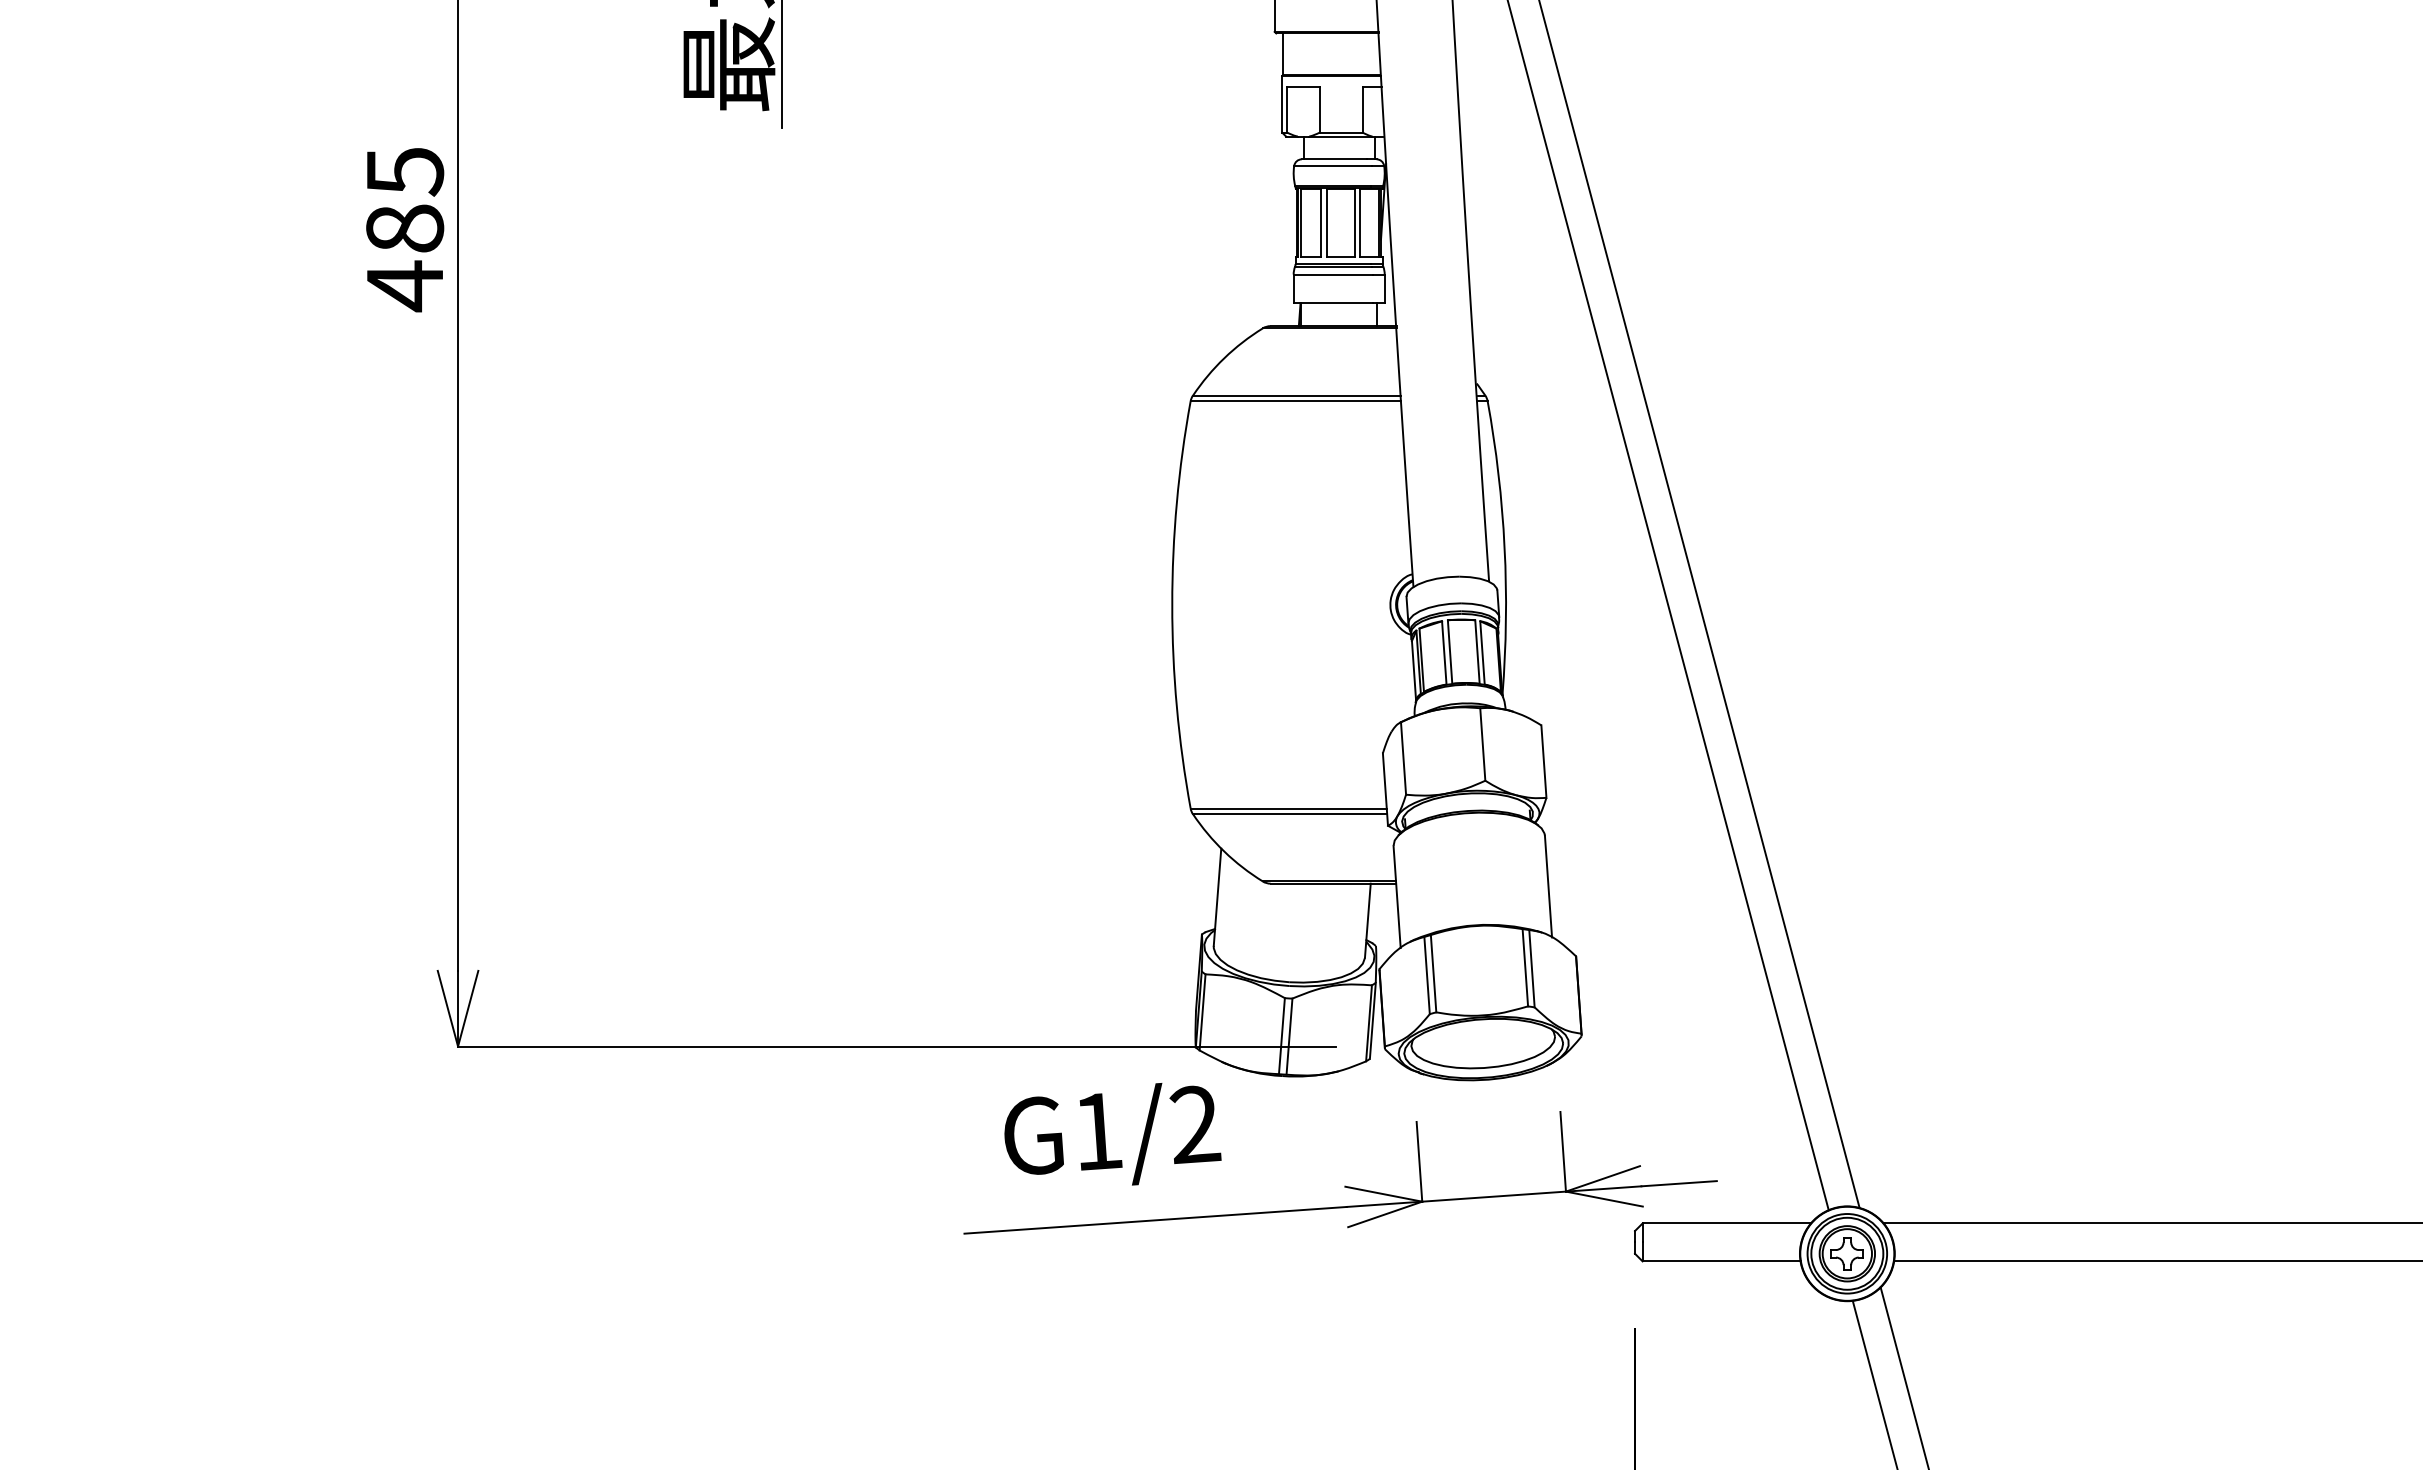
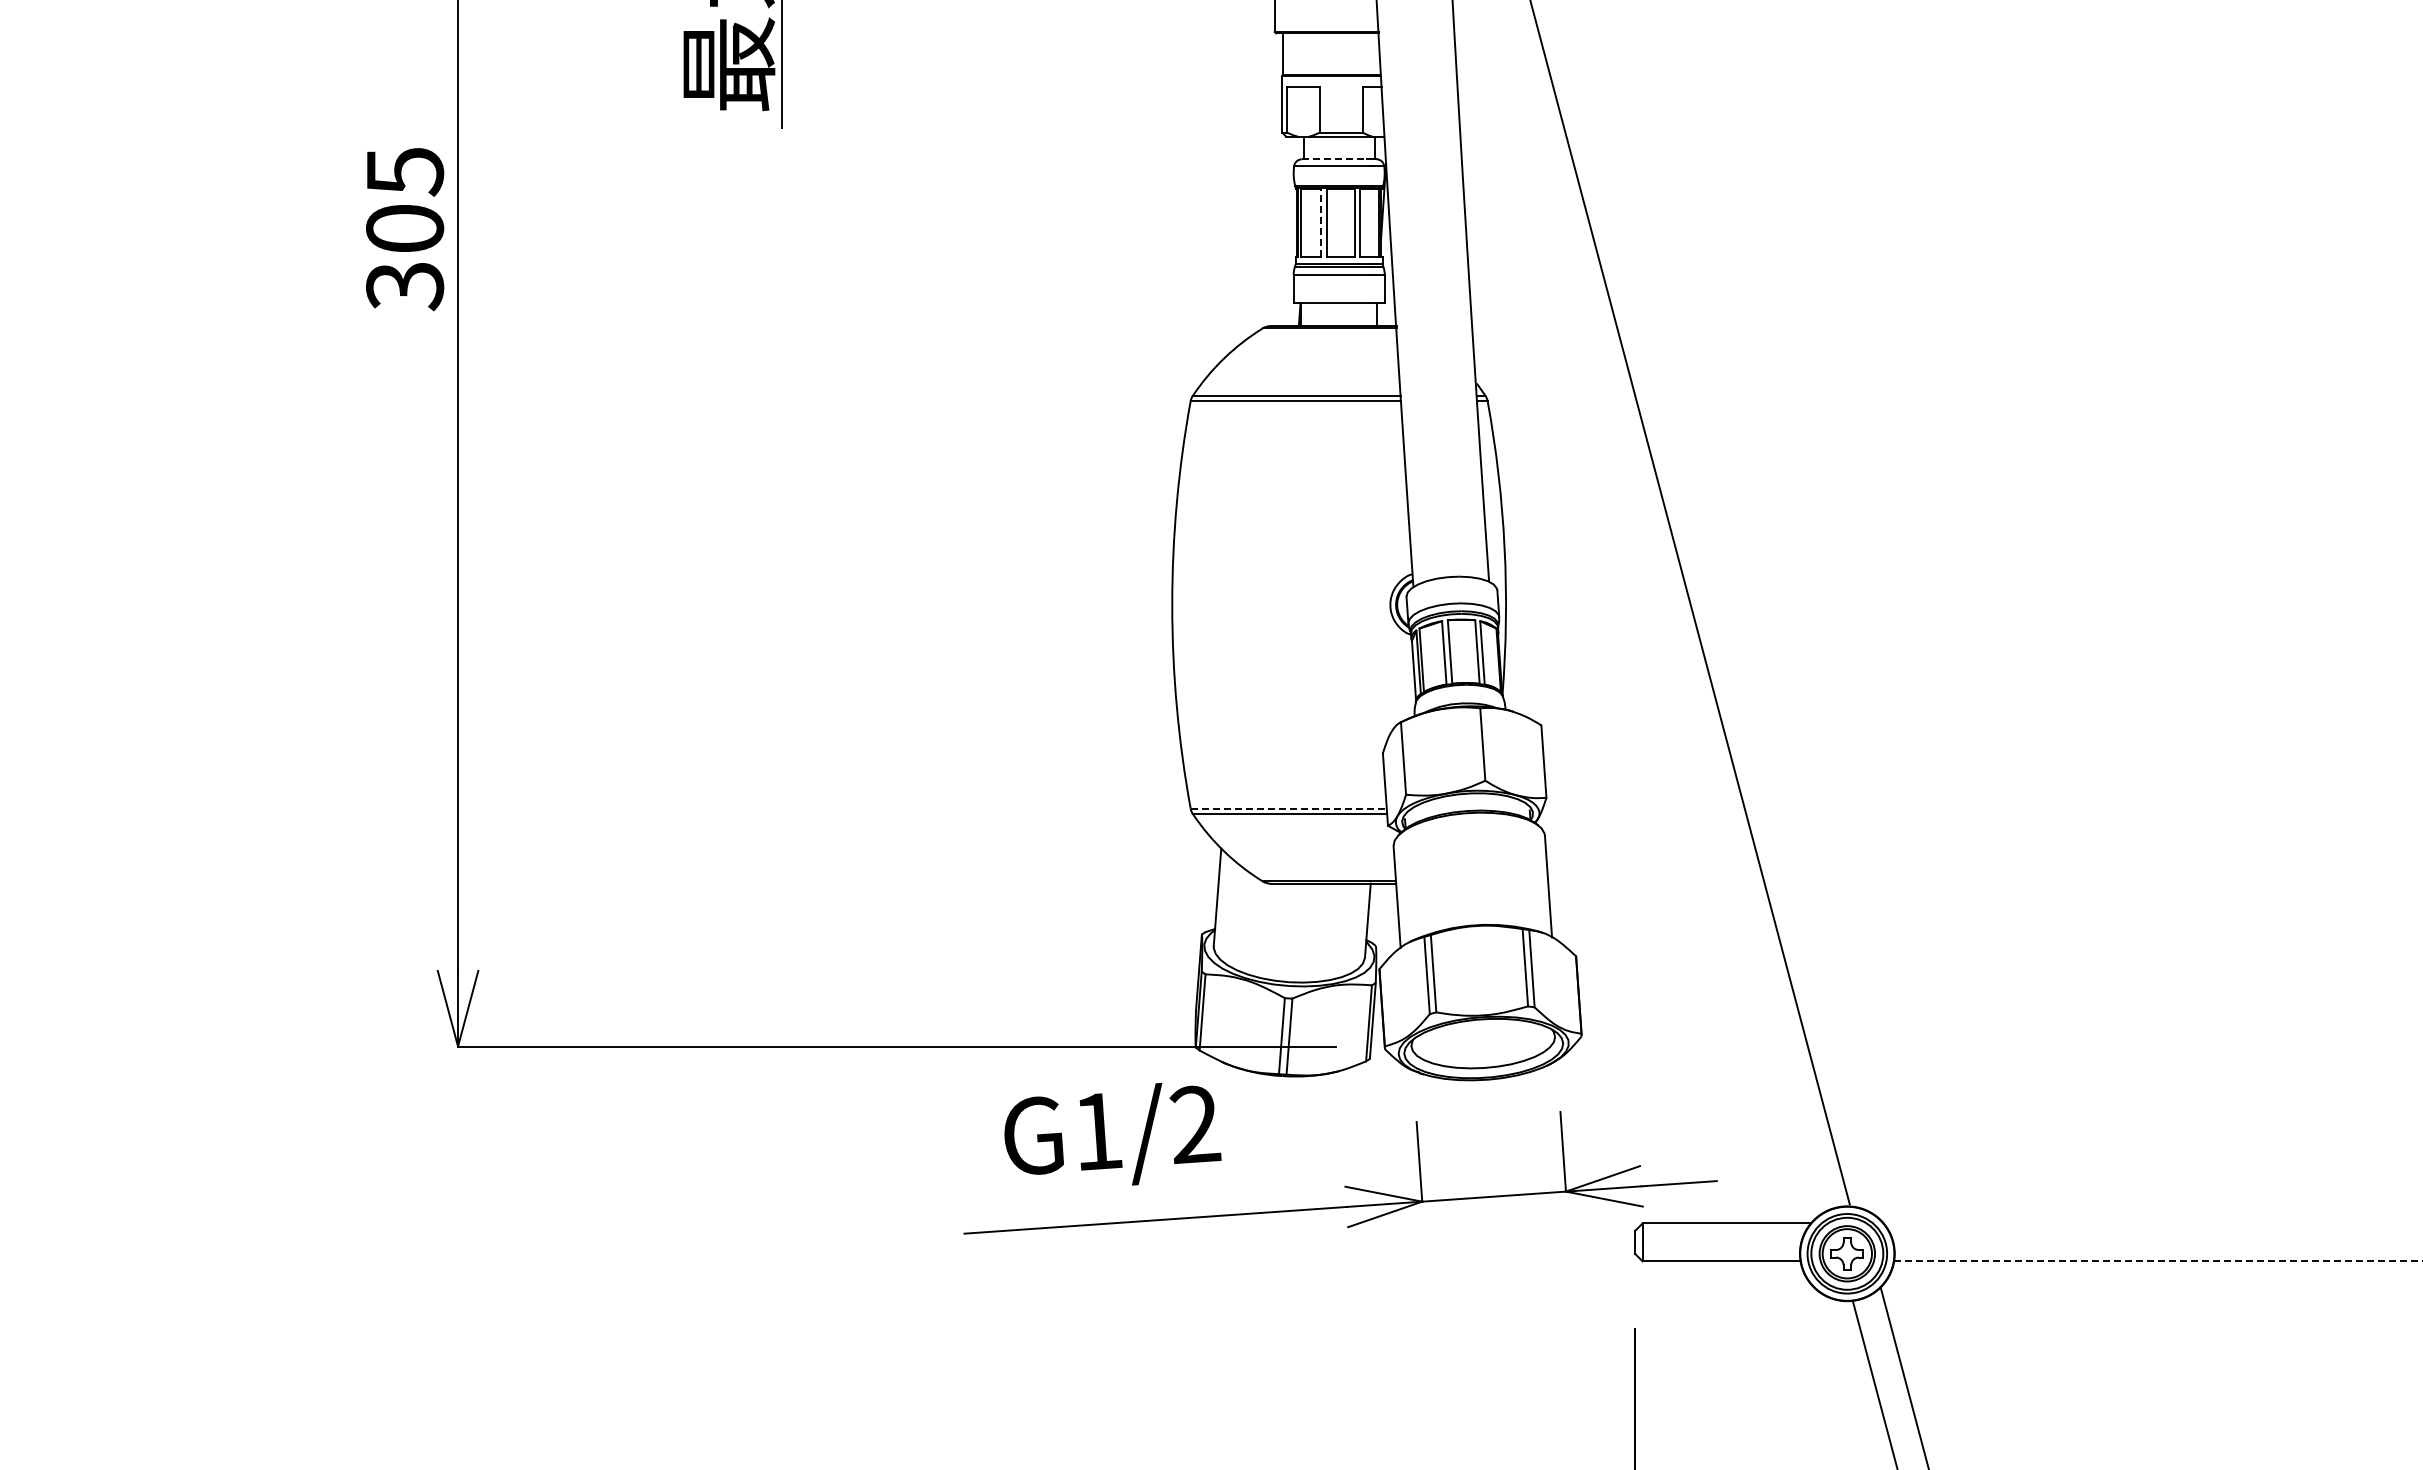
line at (1334, 159): solid -> dashed
line at (1321, 222): solid -> dashed
text at (405, 258): 485 -> 305
line at (1699, 604): present -> none
line at (1668, 606) position: (1668, 606) -> (1689, 603)
line at (1289, 808): solid -> dashed
line at (2151, 1223): present -> none
line at (2159, 1261): solid -> dashed
